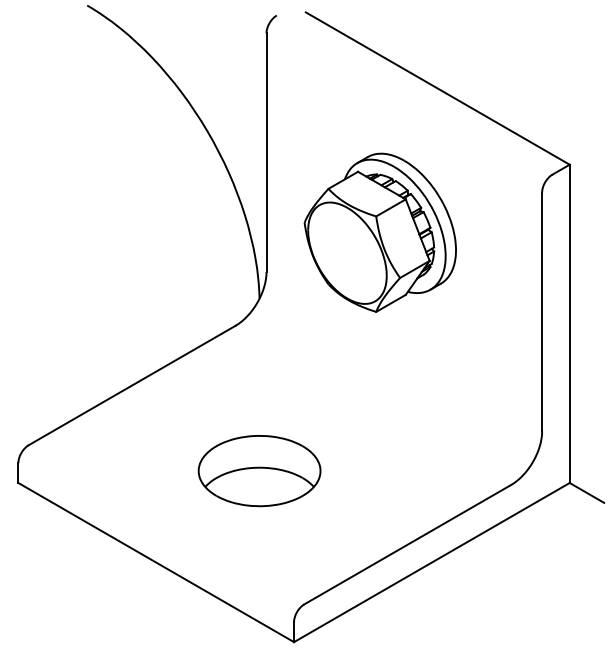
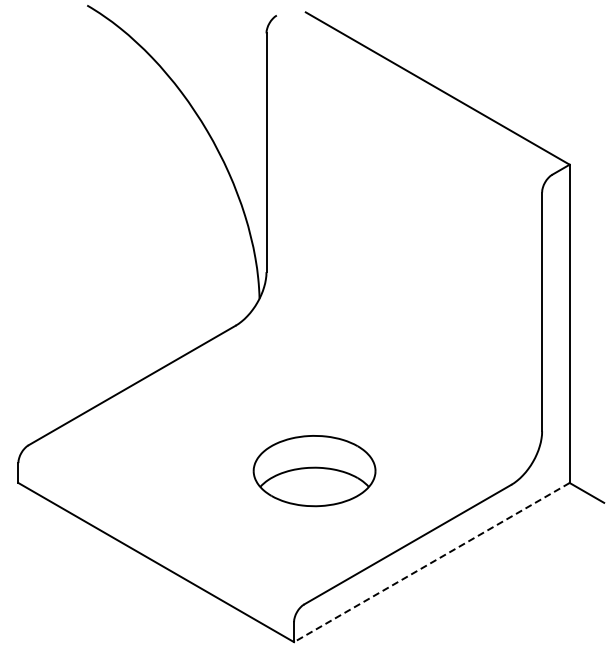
part at (379, 232): present -> none
part at (259, 471) position: (259, 471) -> (314, 471)
line at (431, 562): solid -> dashed
